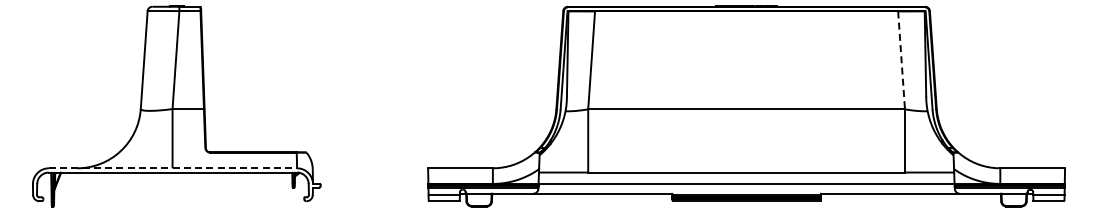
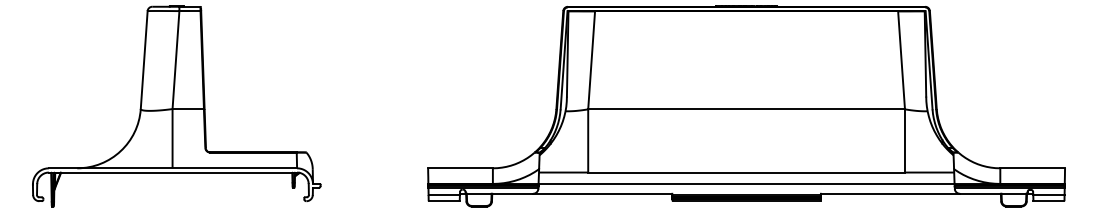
line at (901, 60): dashed -> solid
line at (173, 168): dashed -> solid
